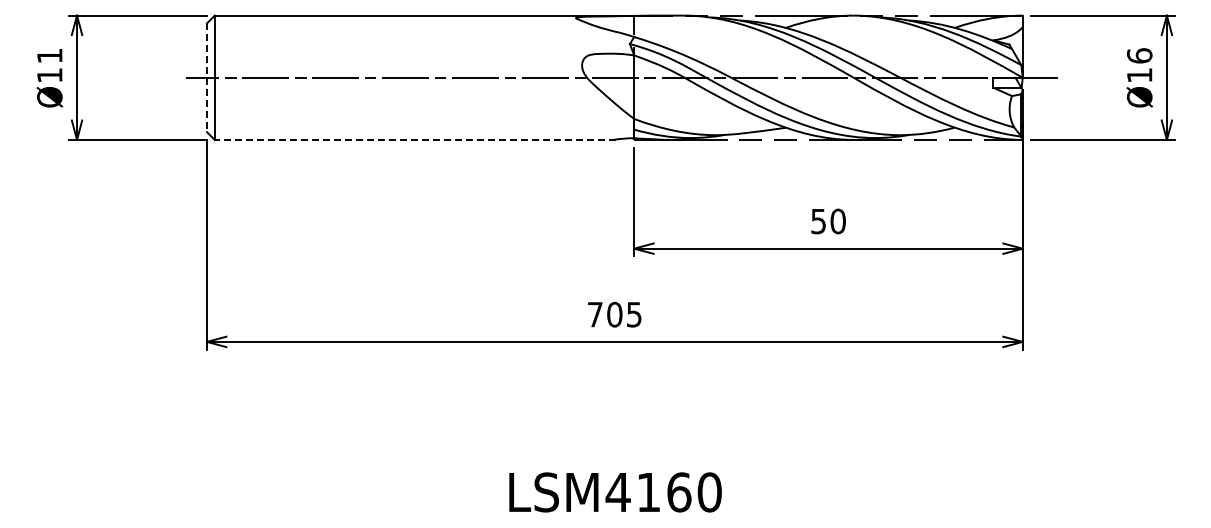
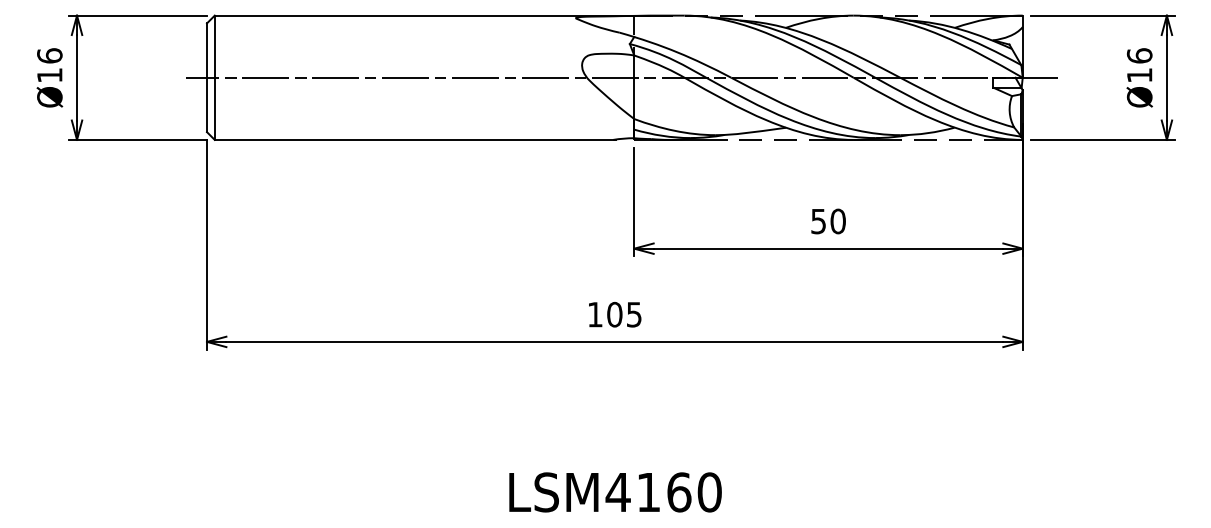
text at (49, 55): Ø11 -> Ø16
line at (207, 78): dashed -> solid
line at (415, 139): dashed -> solid
text at (595, 314): 705 -> 105
